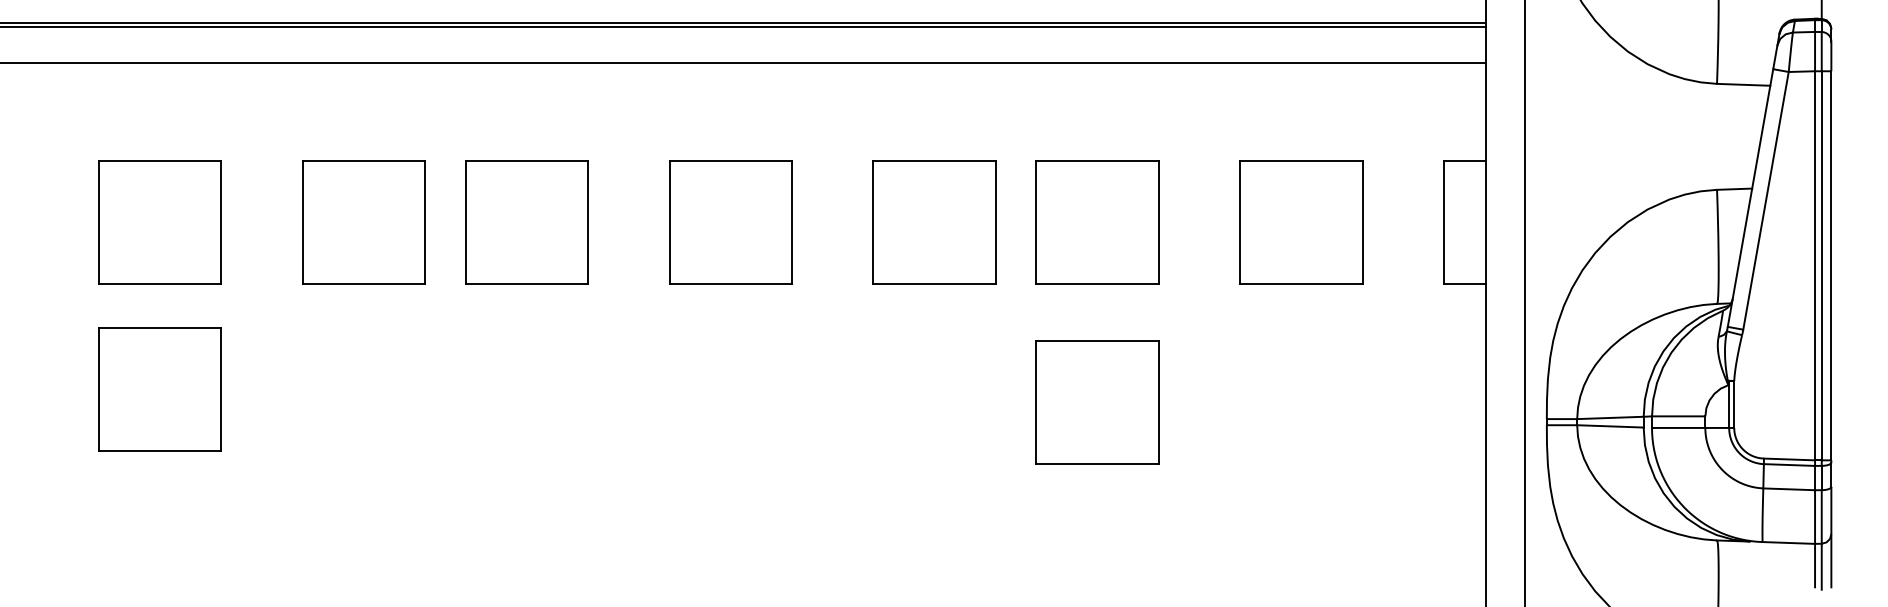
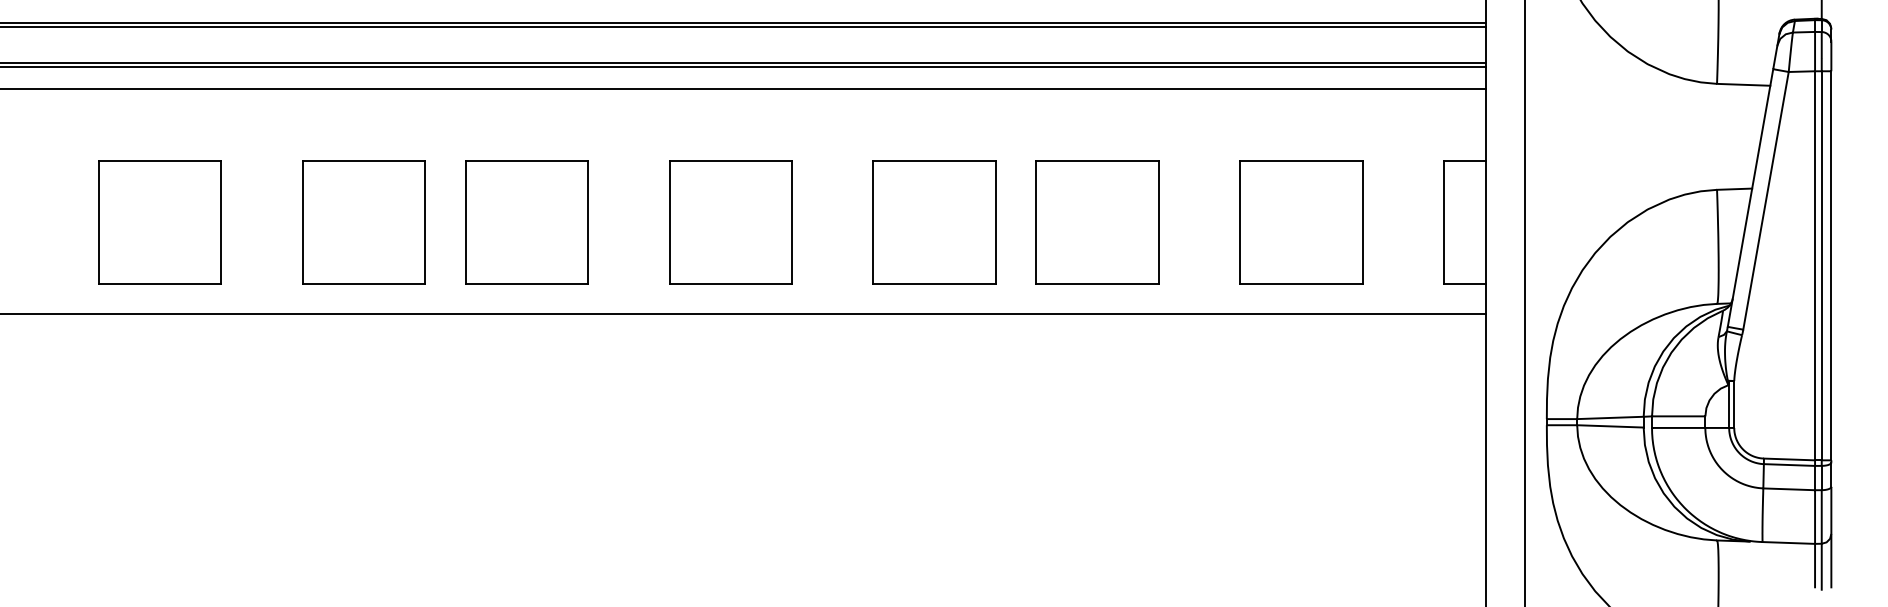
line at (743, 66): none -> present
line at (743, 89): none -> present
line at (743, 313): none -> present
part at (159, 389): present -> none
part at (1097, 402): present -> none
